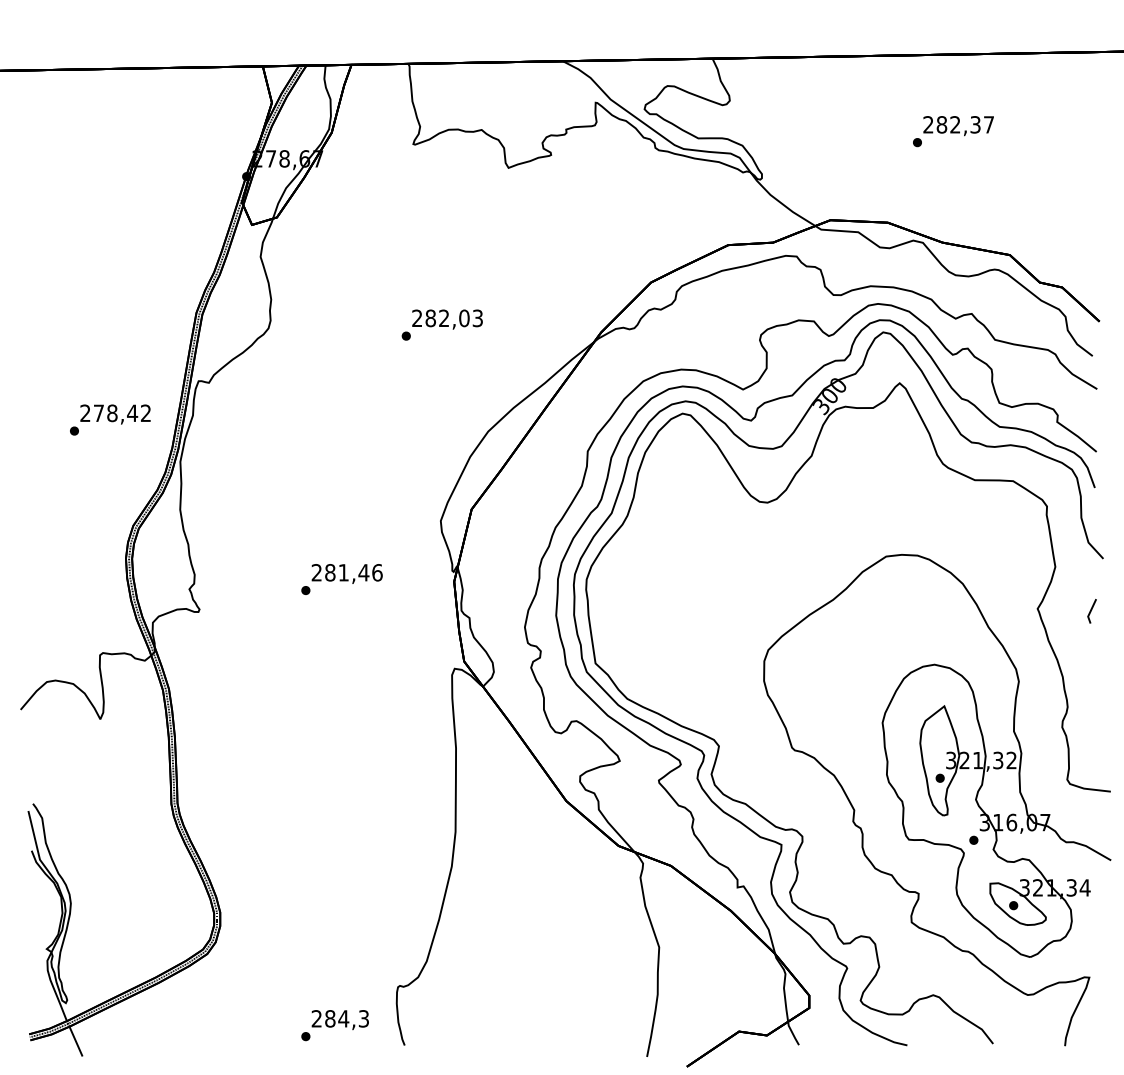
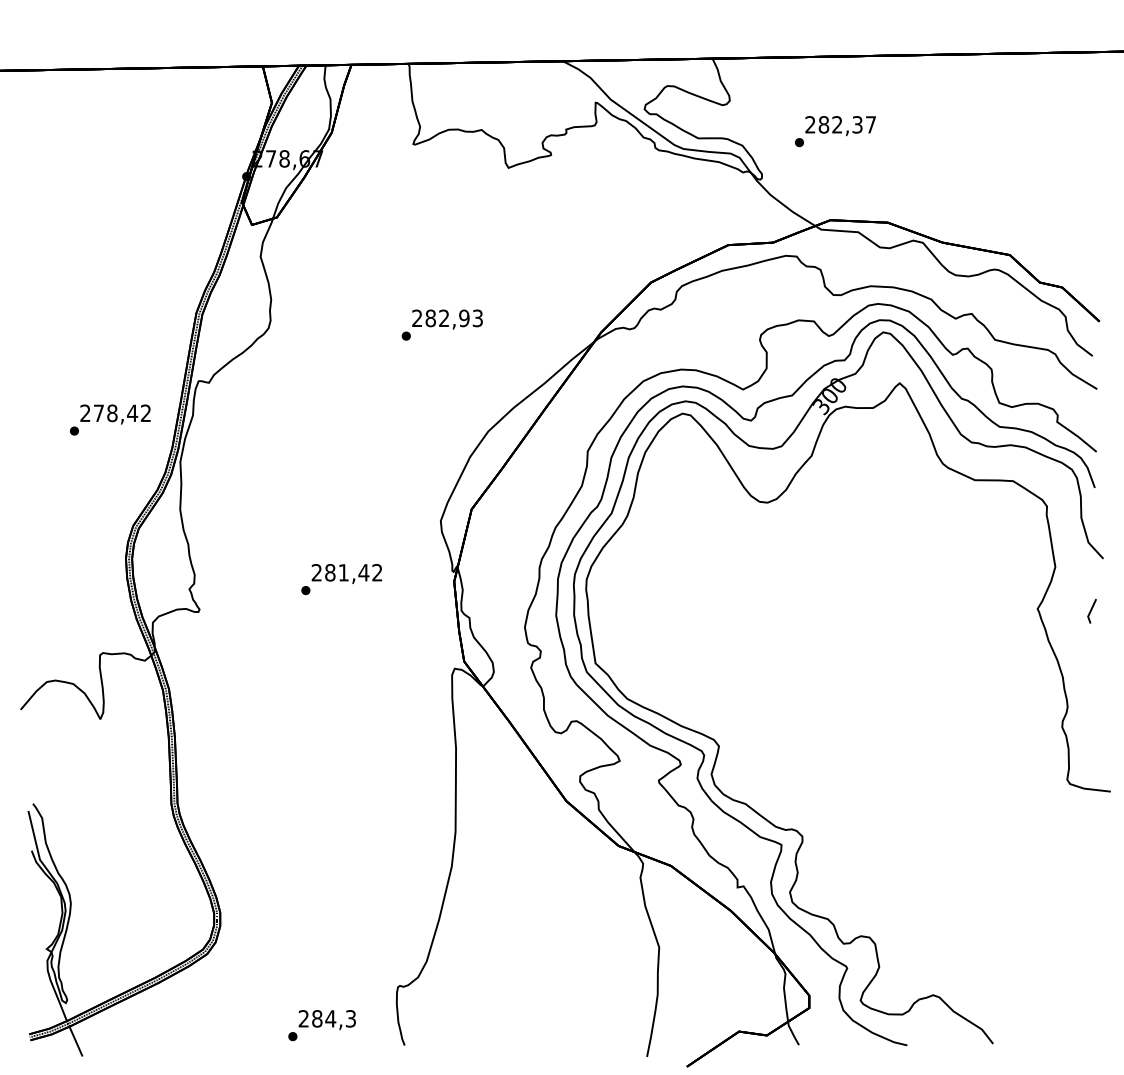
text at (953, 131) position: (953, 131) -> (835, 131)
text at (464, 318): 282,03 -> 282,93
text at (377, 572): 281,46 -> 281,42
part at (937, 800): present -> none
text at (334, 1025) position: (334, 1025) -> (321, 1025)
